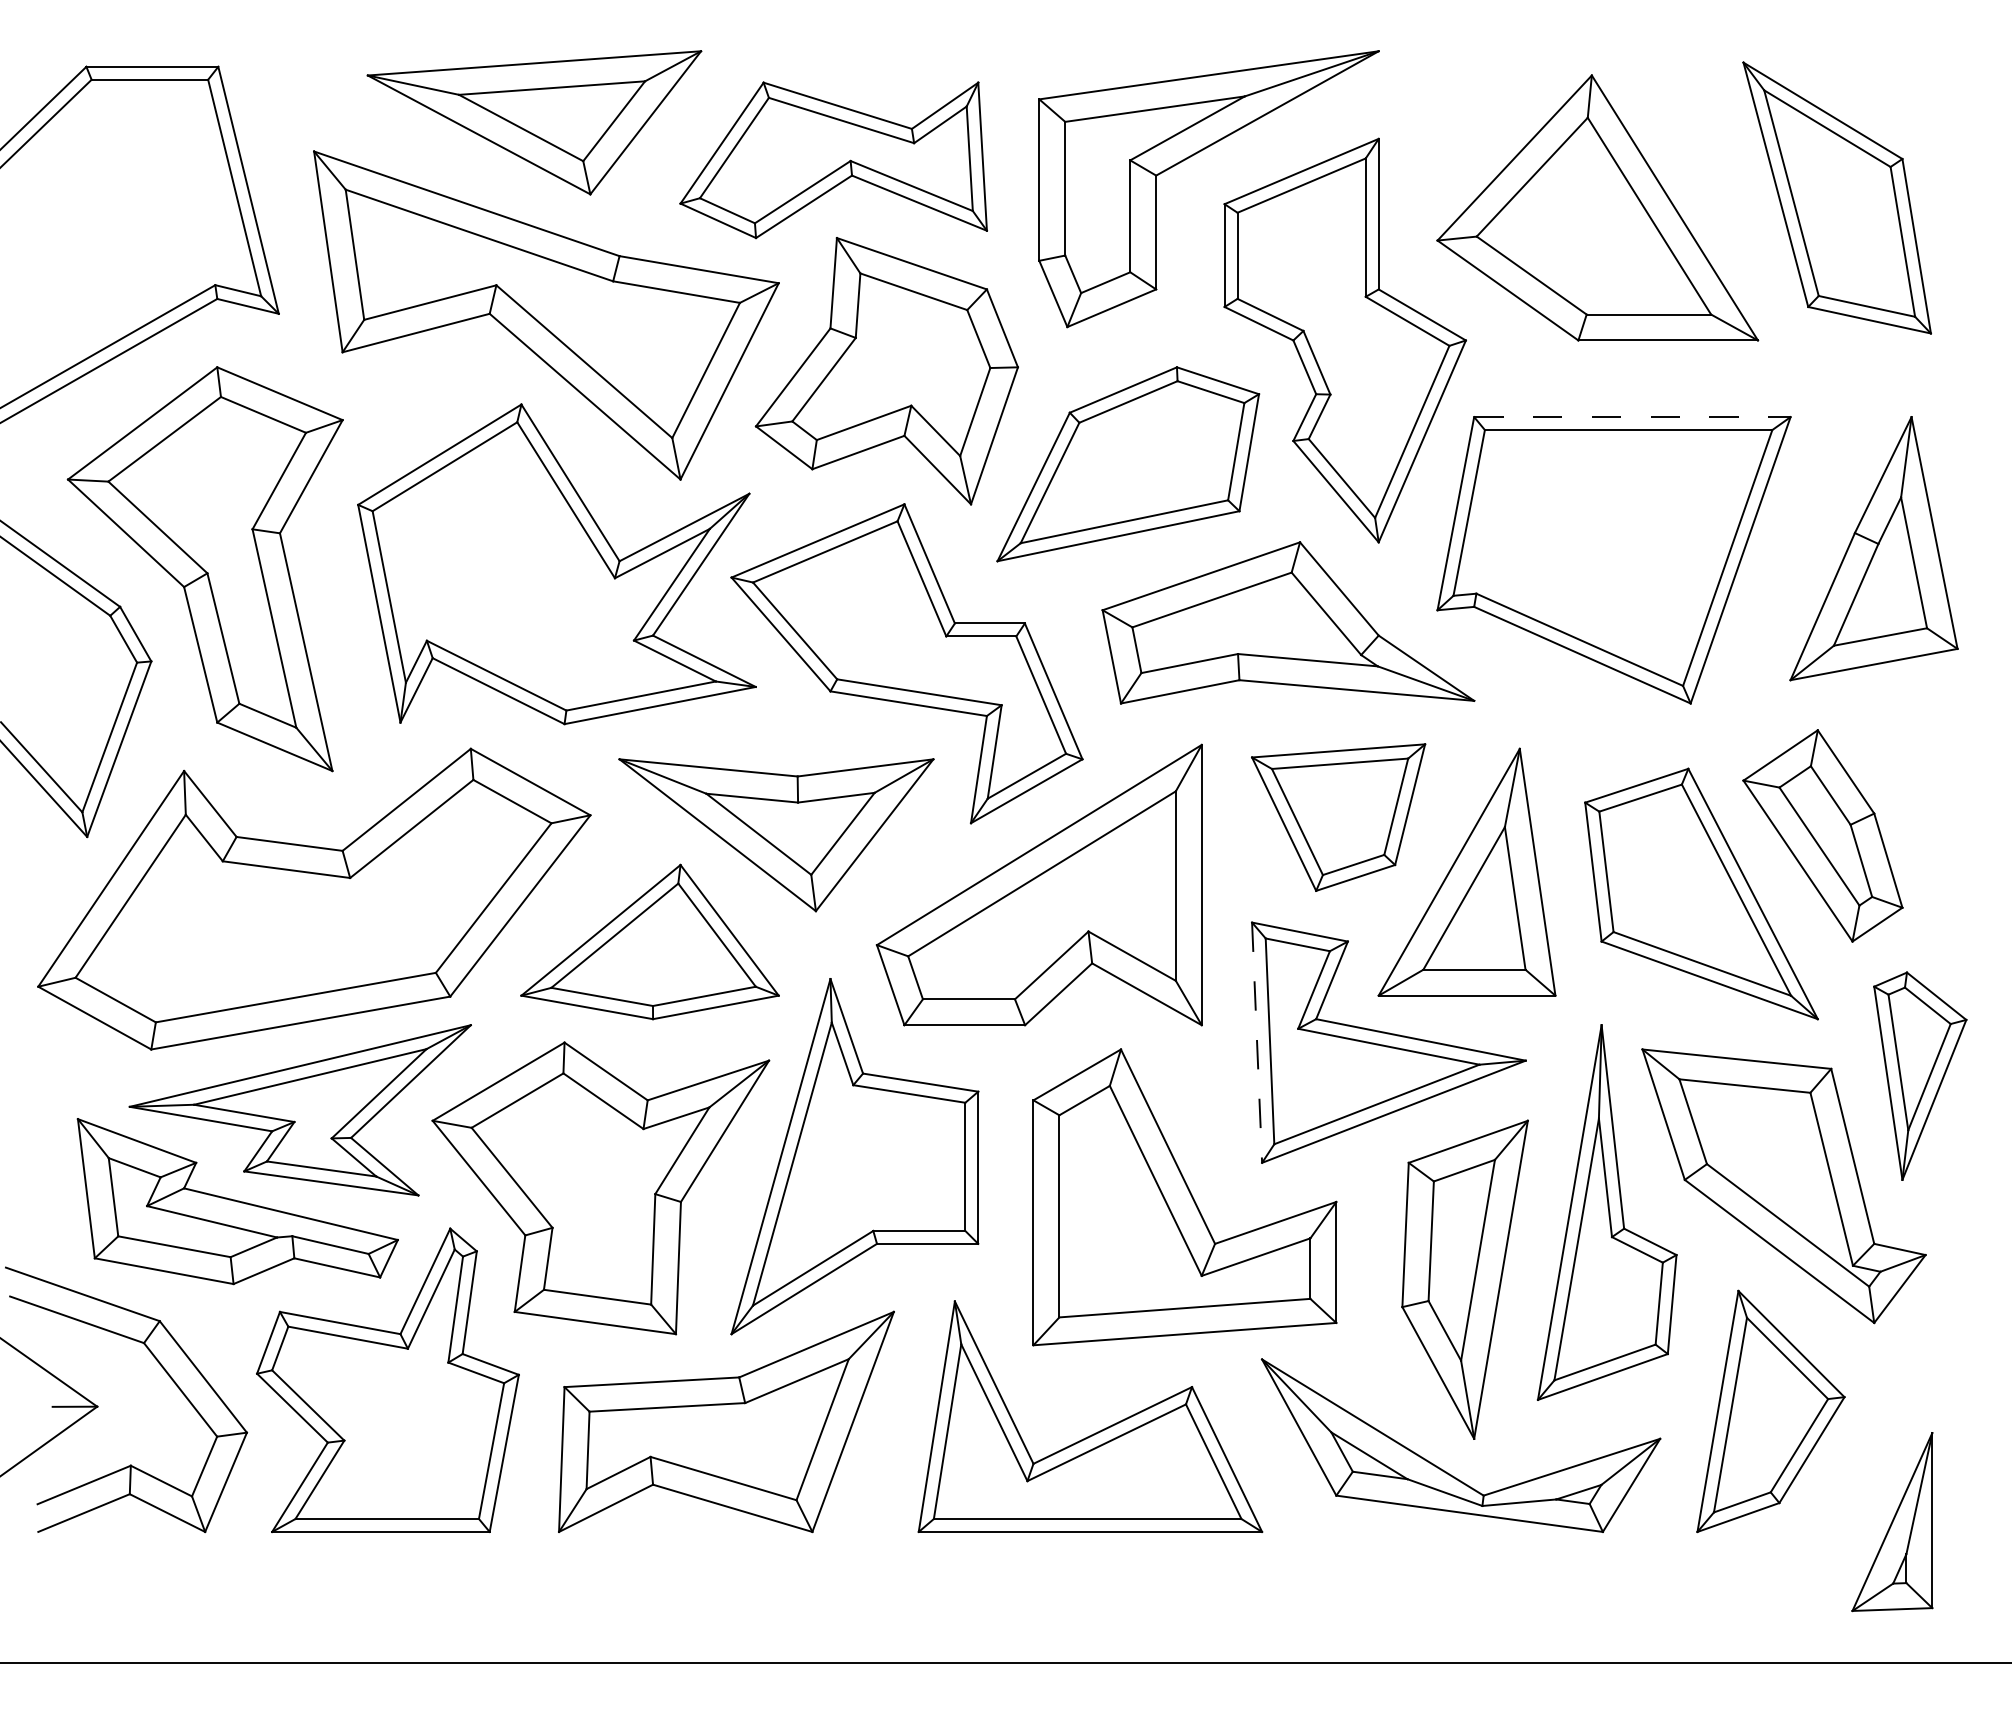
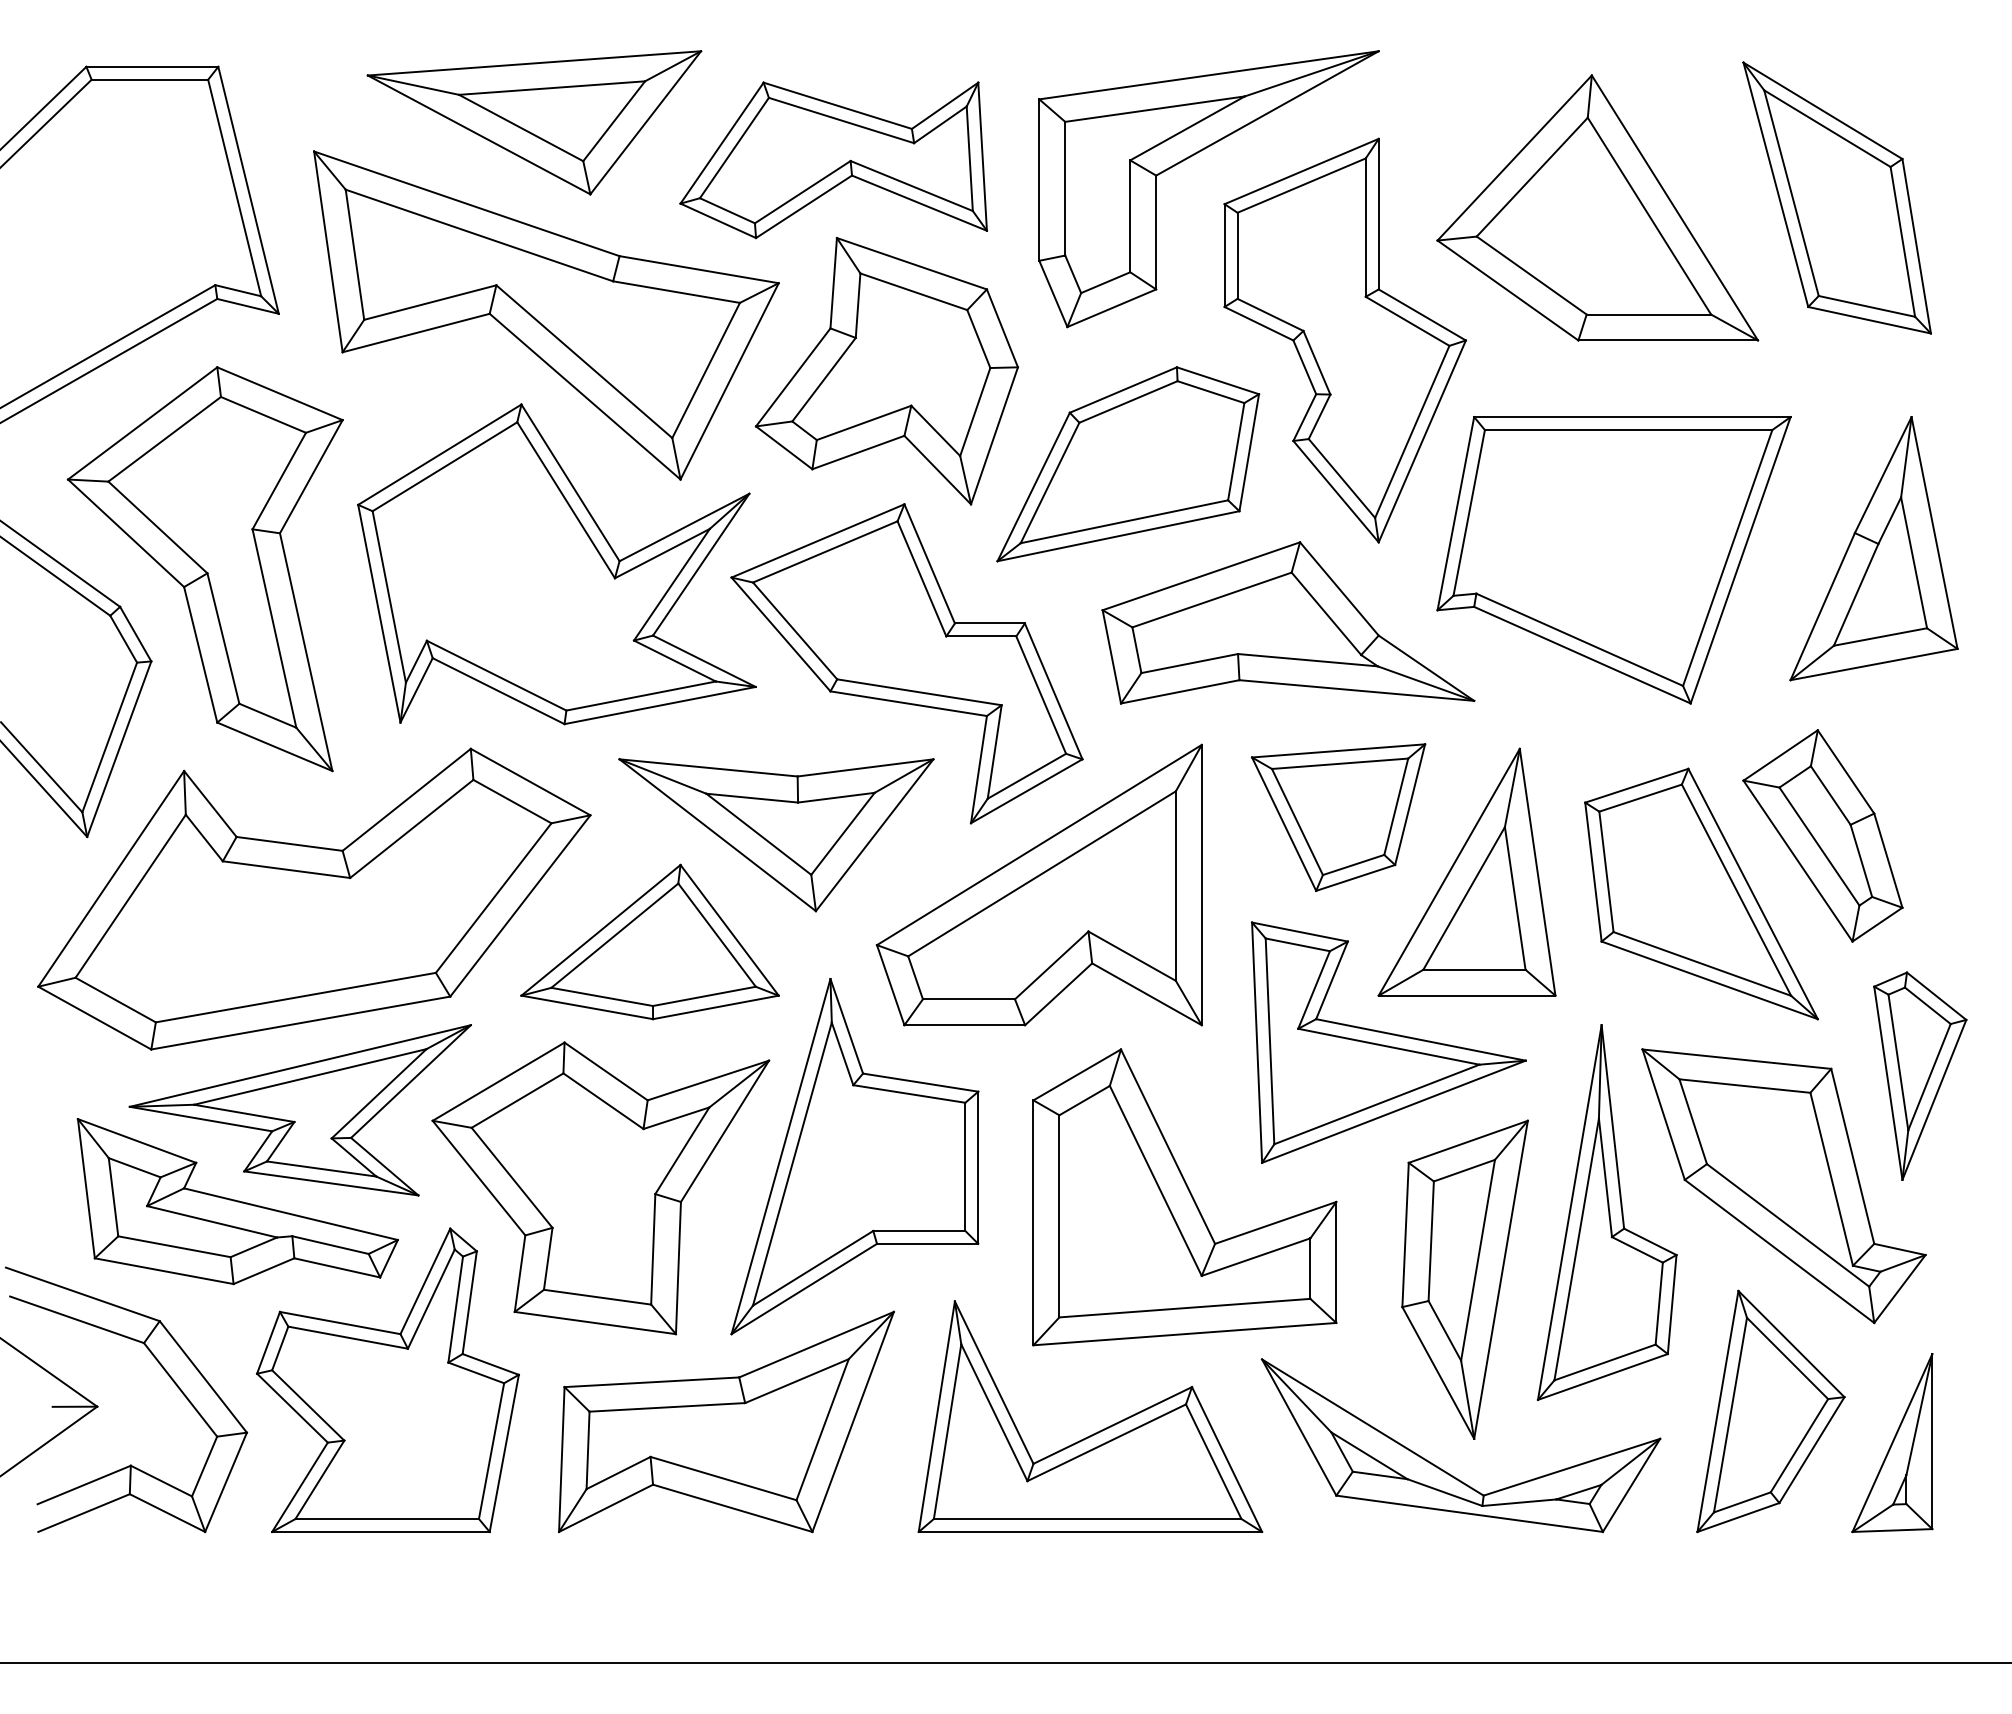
line at (1632, 417): dashed -> solid
line at (1257, 1043): dashed -> solid
part at (1892, 1522) position: (1892, 1522) -> (1892, 1443)
